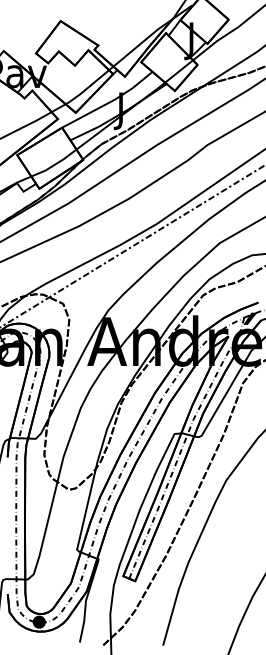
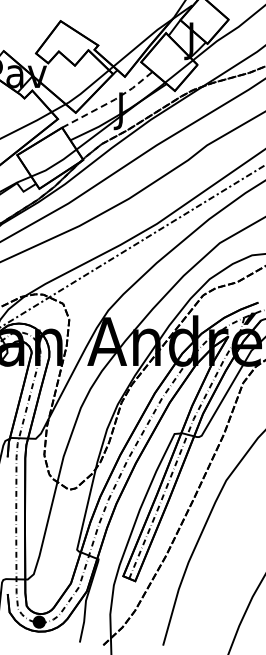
line at (109, 102): solid -> dashed
